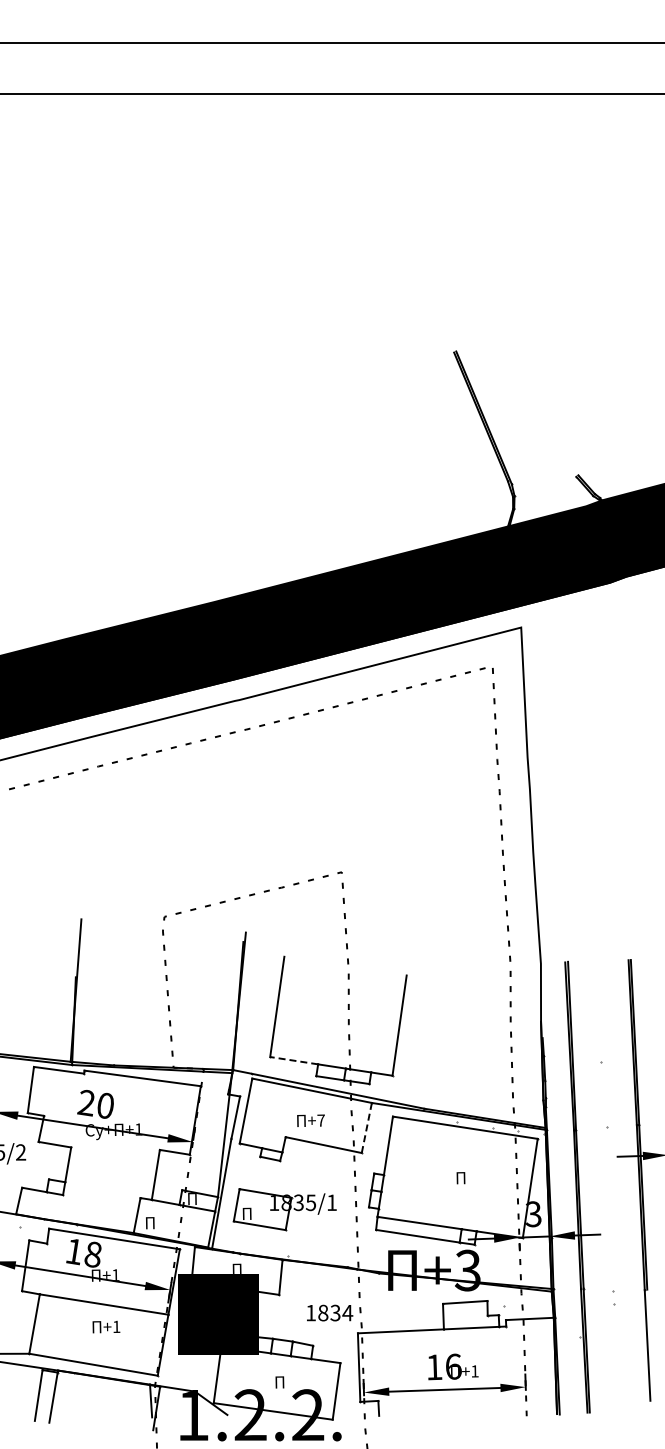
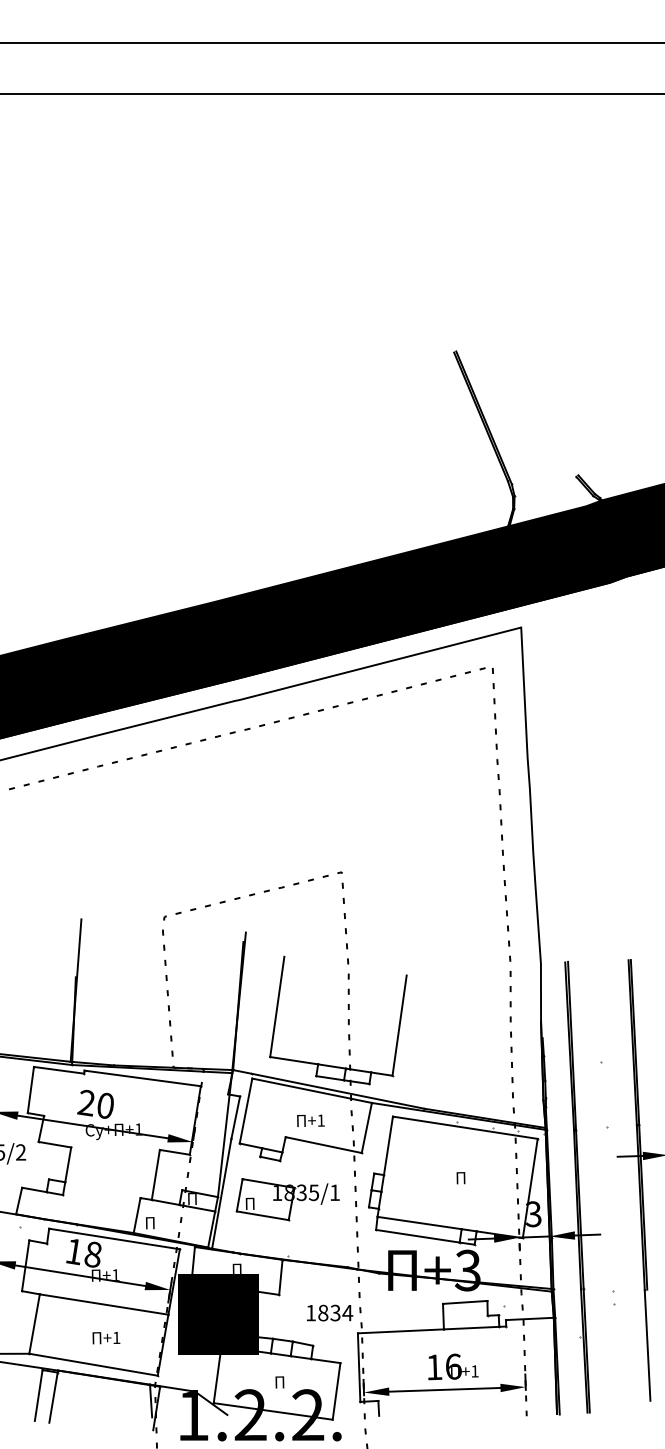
line at (293, 1060): dashed -> solid
text at (320, 1120): +7 -> +1
line at (366, 1128): dashed -> solid
part at (284, 1209) position: (284, 1209) -> (287, 1199)
text at (106, 1327) position: (106, 1327) -> (106, 1338)
